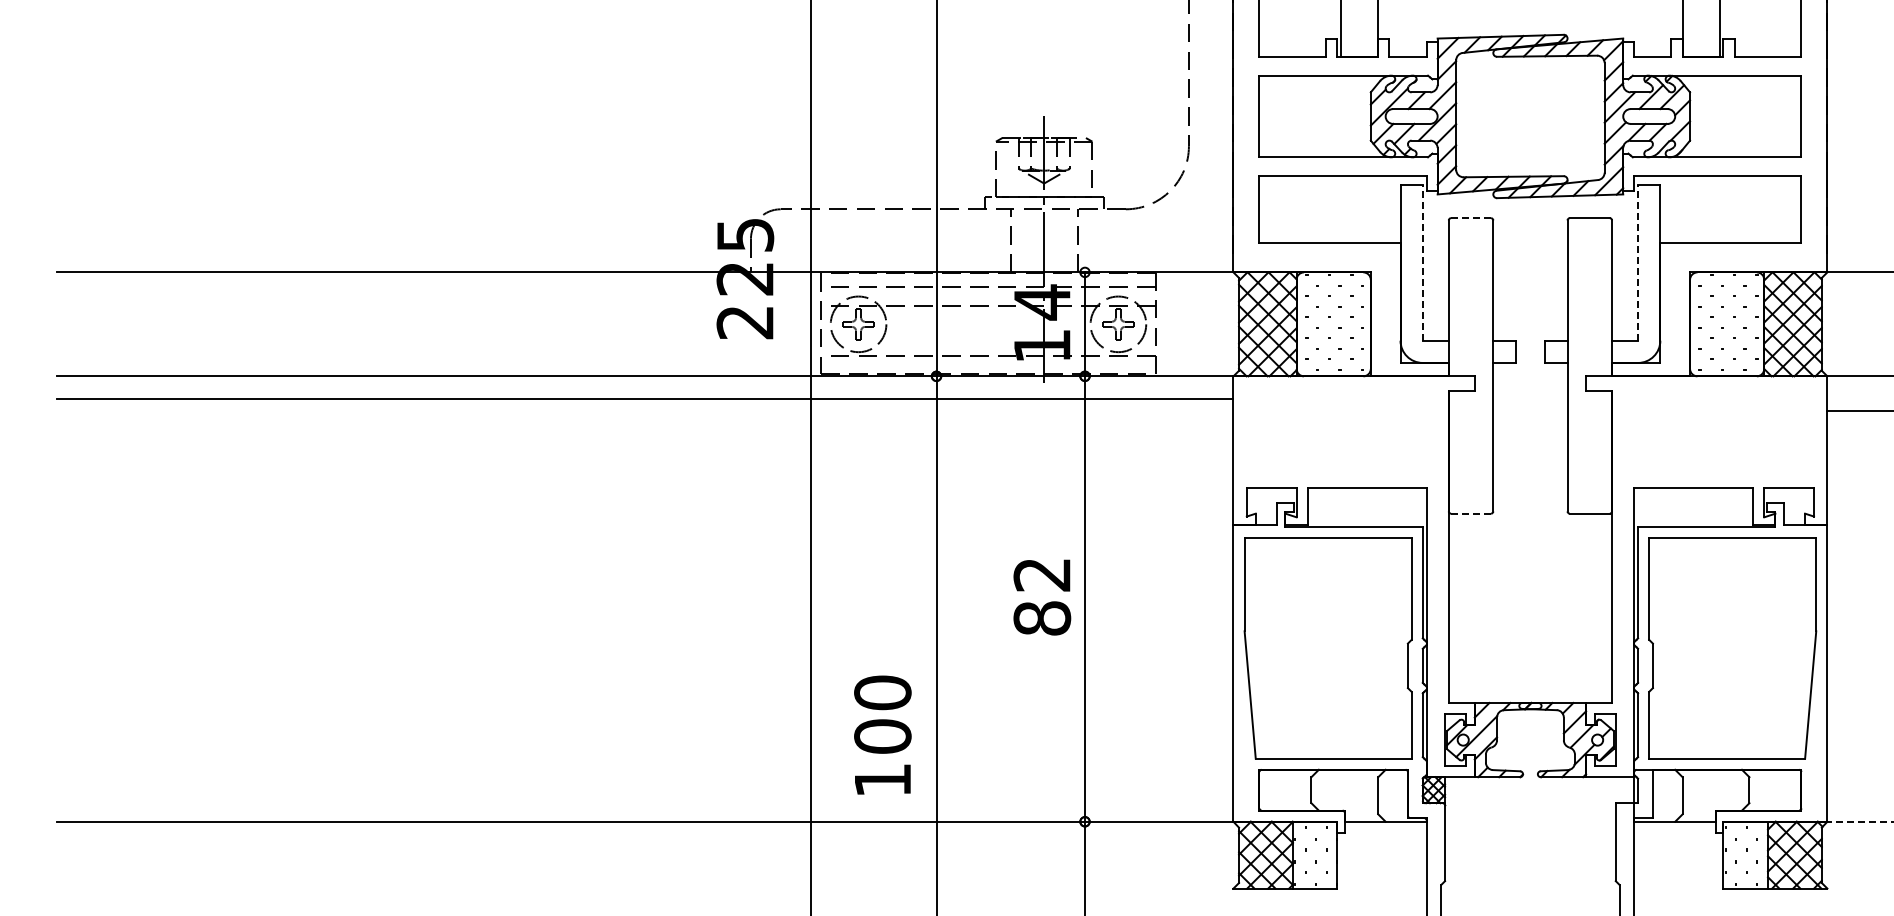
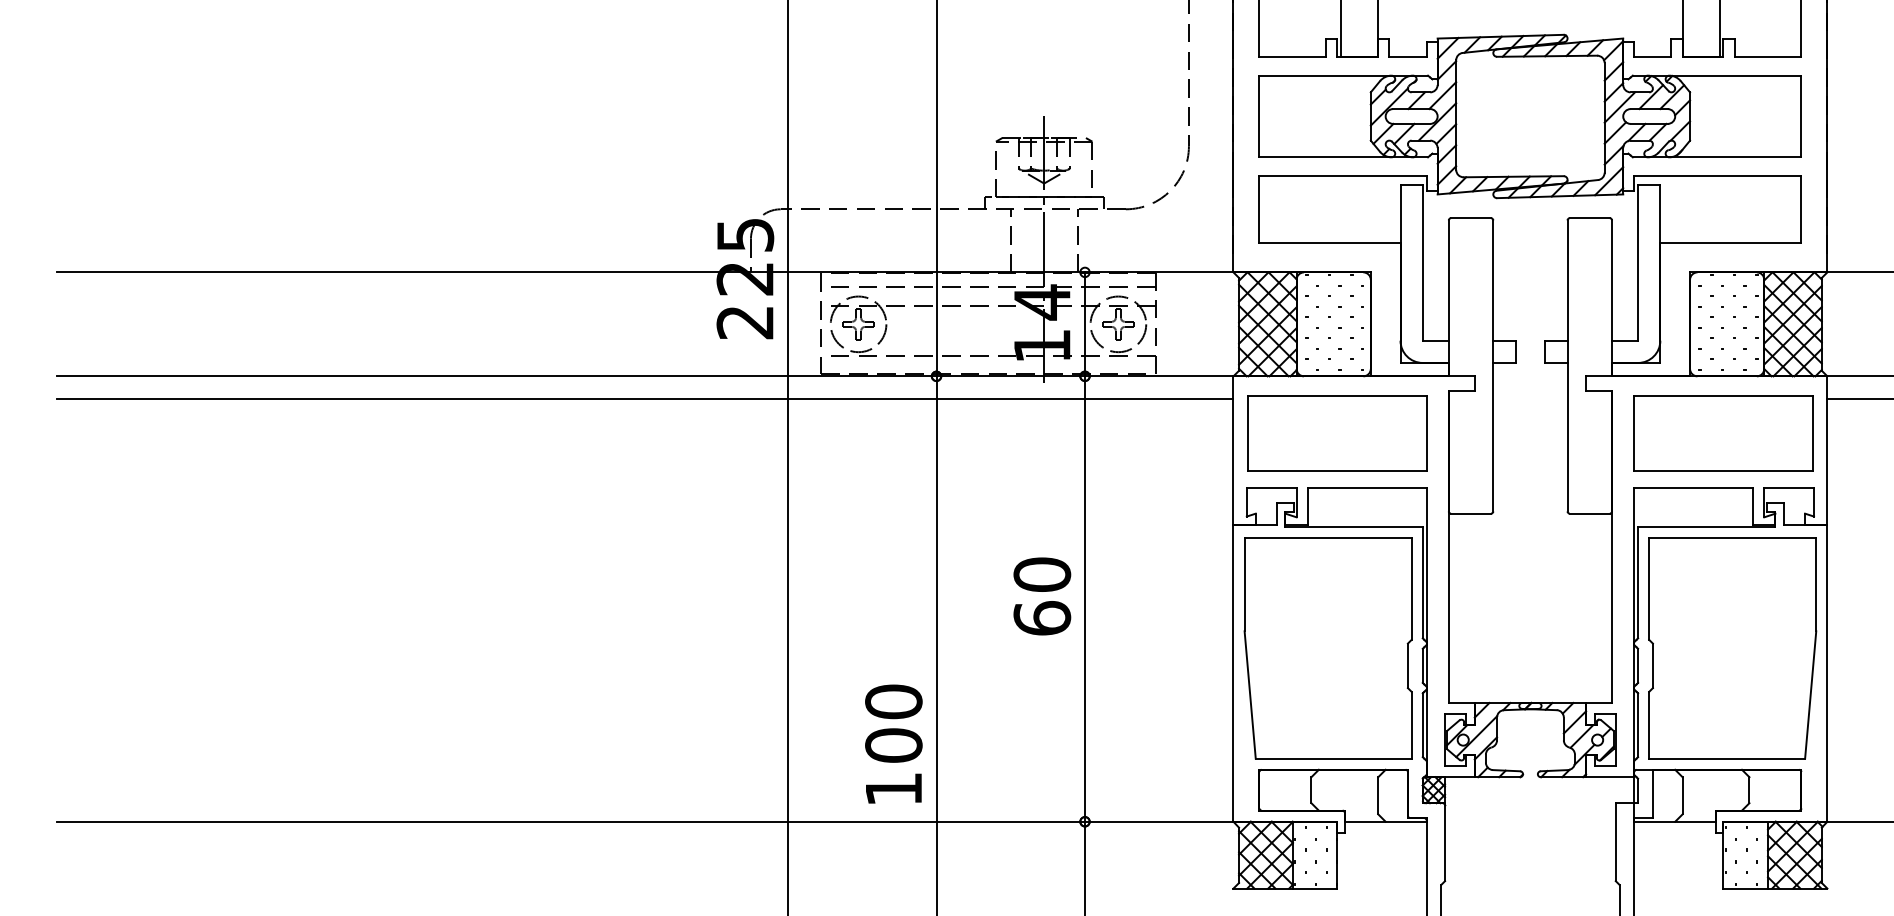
line at (1471, 218): dashed -> solid
line at (1422, 262): dashed -> solid
line at (1638, 262): dashed -> solid
line at (1858, 410) position: (1858, 410) -> (1858, 398)
part at (1337, 433): none -> present
part at (1723, 433): none -> present
line at (811, 457) position: (811, 457) -> (788, 457)
line at (1470, 513): dashed -> solid
text at (1042, 596): 82 -> 60
text at (882, 734) position: (882, 734) -> (893, 743)
line at (1859, 821): dashed -> solid
